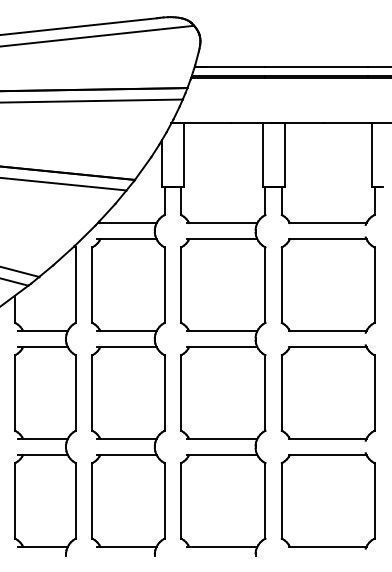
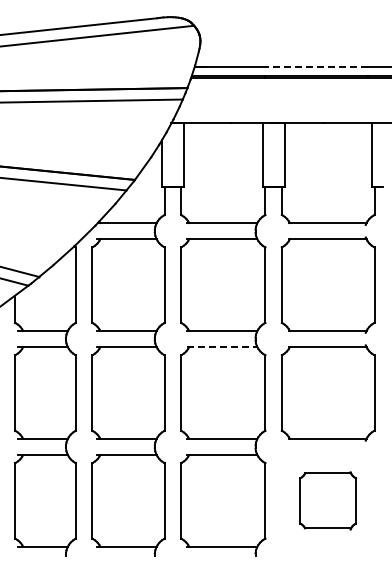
line at (315, 67): solid -> dashed
line at (222, 347): solid -> dashed
part at (327, 500) size: 96x98 px -> 58x60 px
